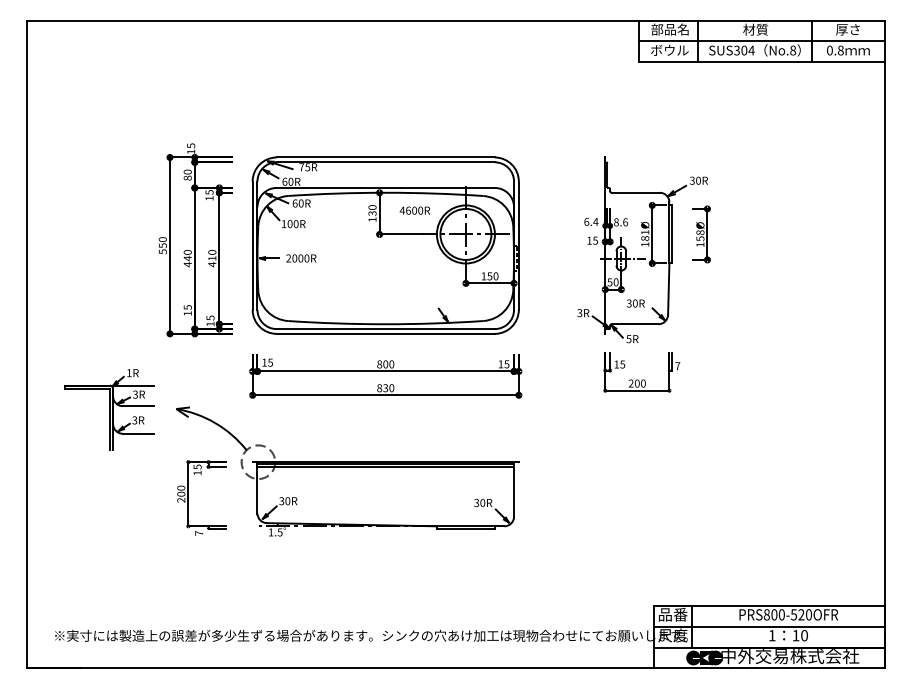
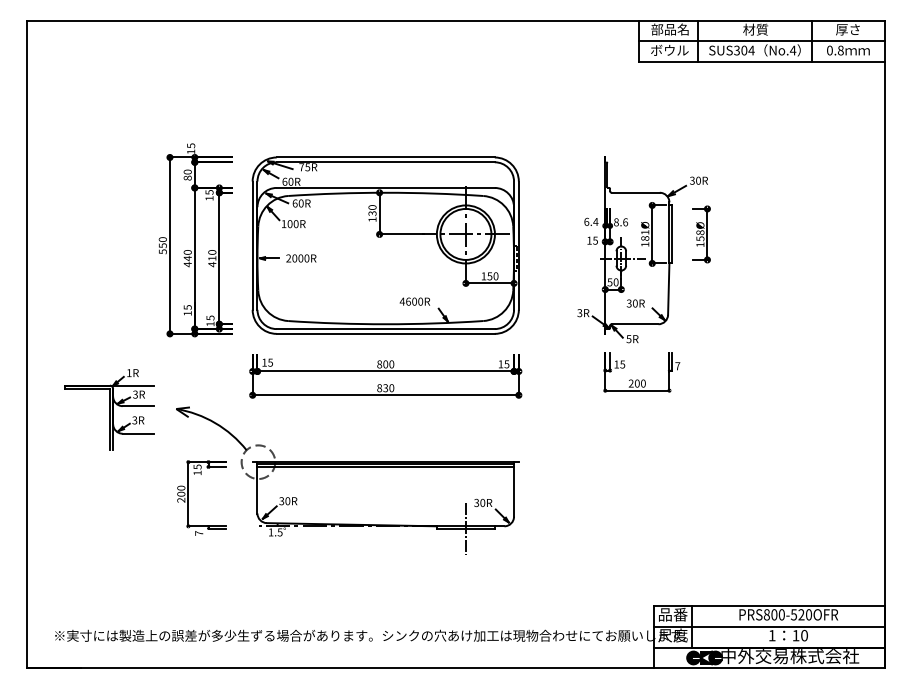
text at (792, 50): No.8 -> No.4
text at (414, 210) position: (414, 210) -> (414, 301)
line at (465, 529): none -> present
